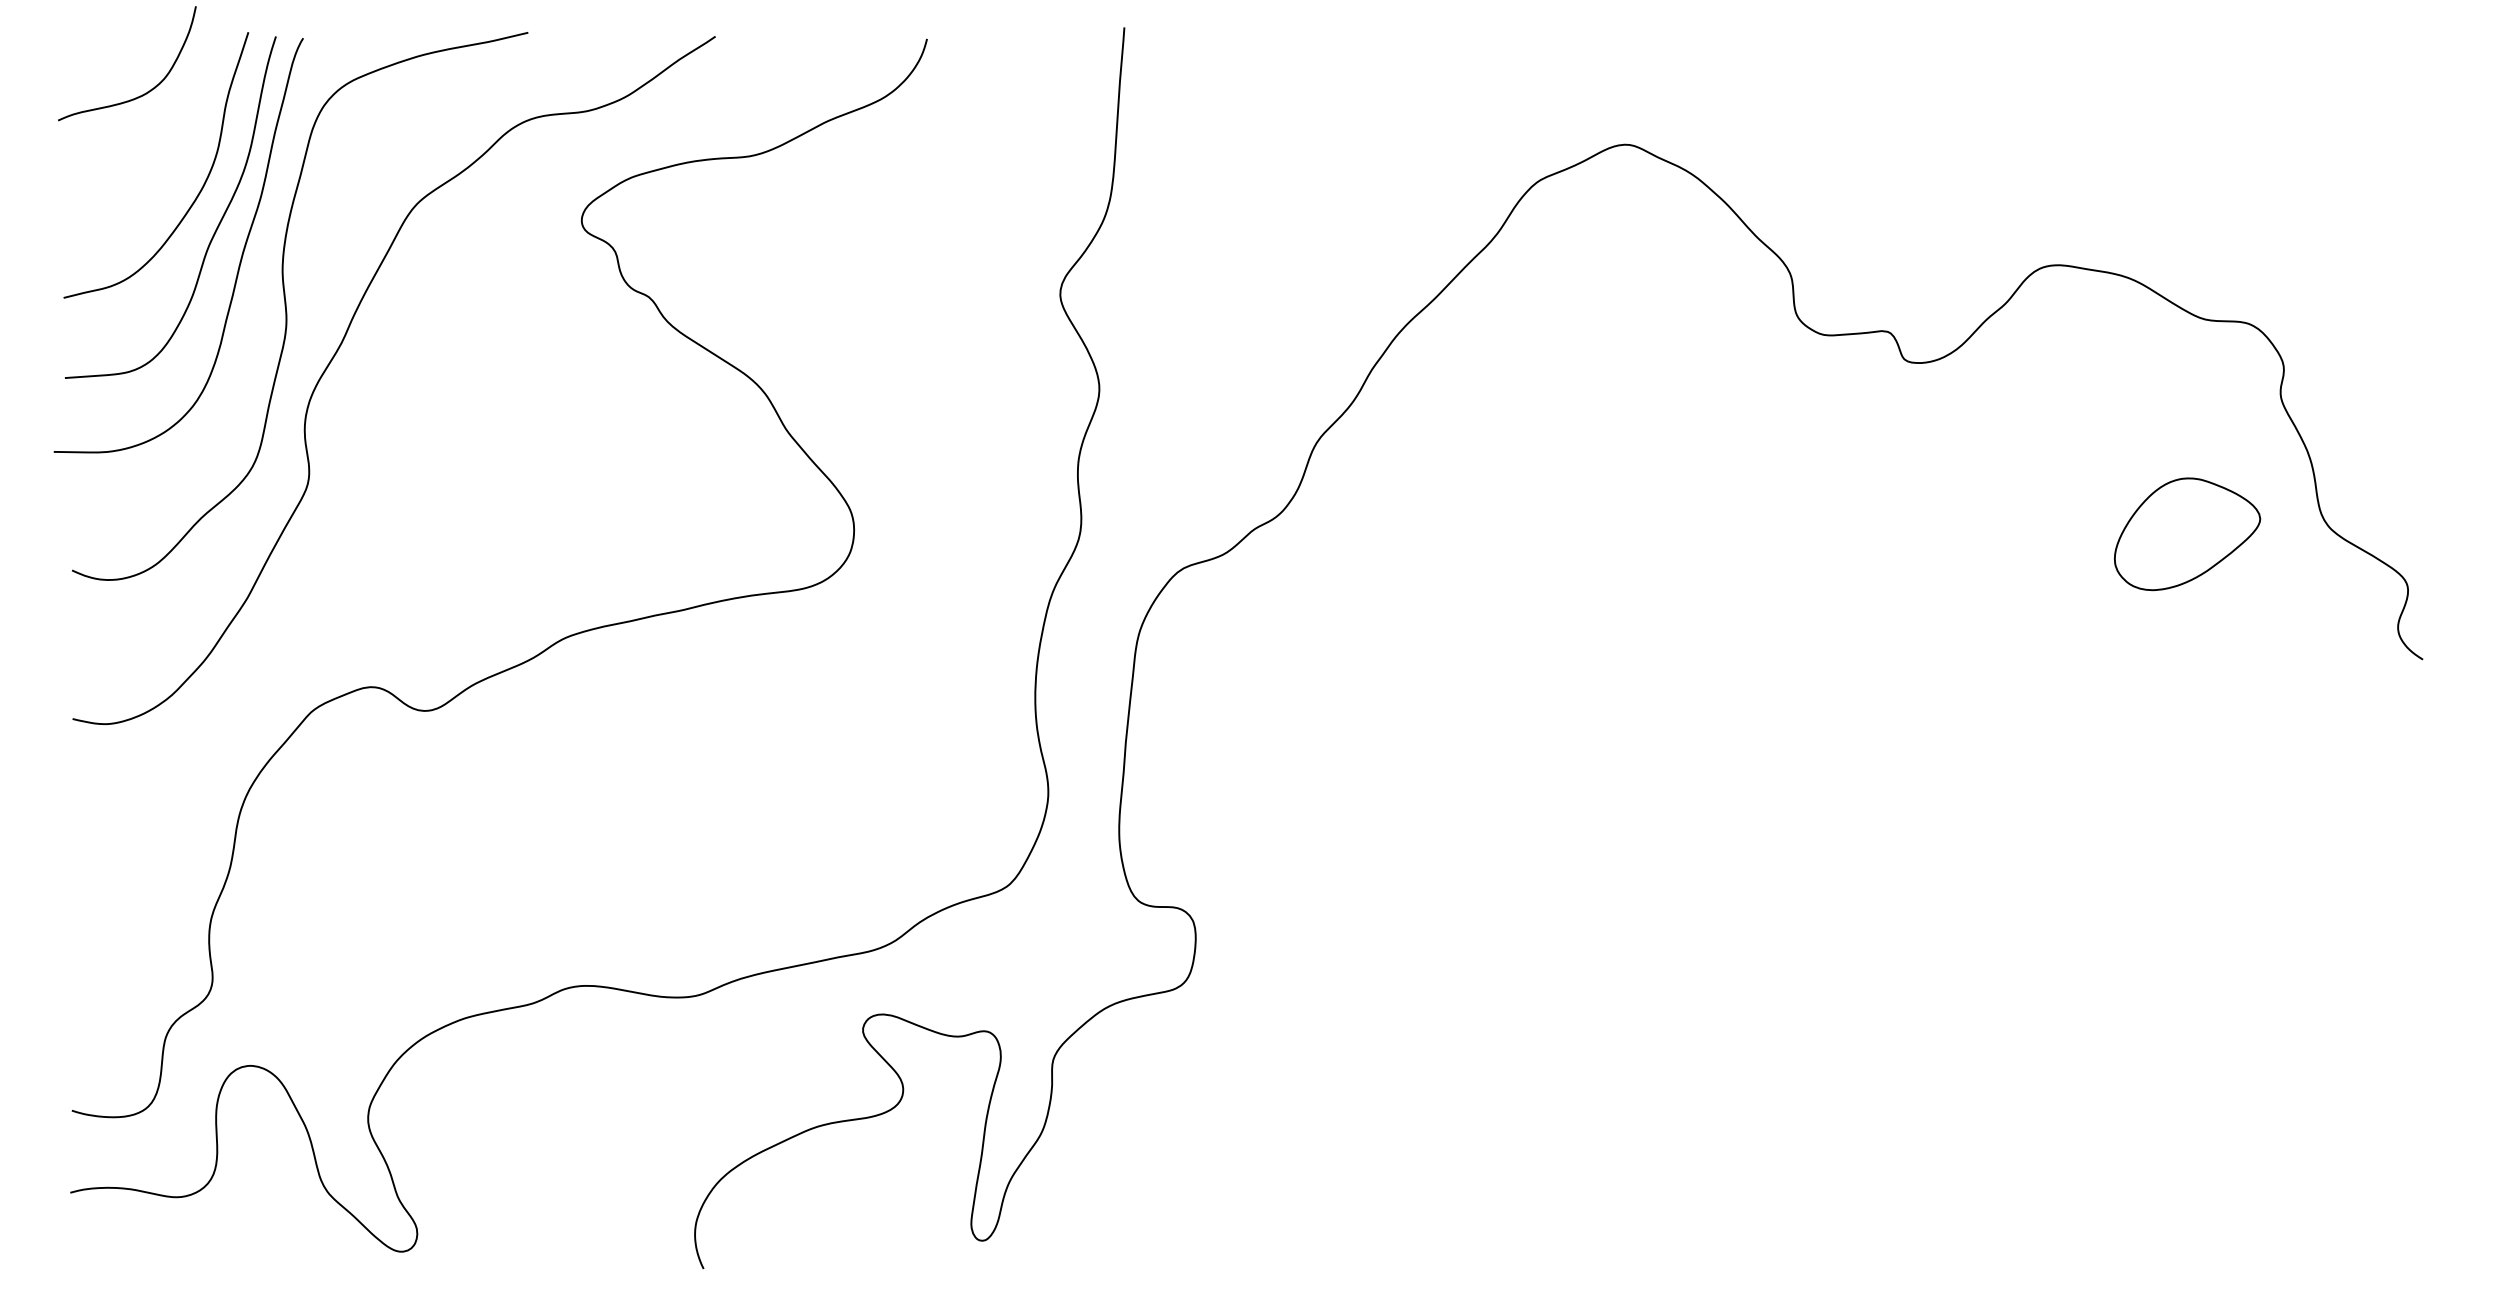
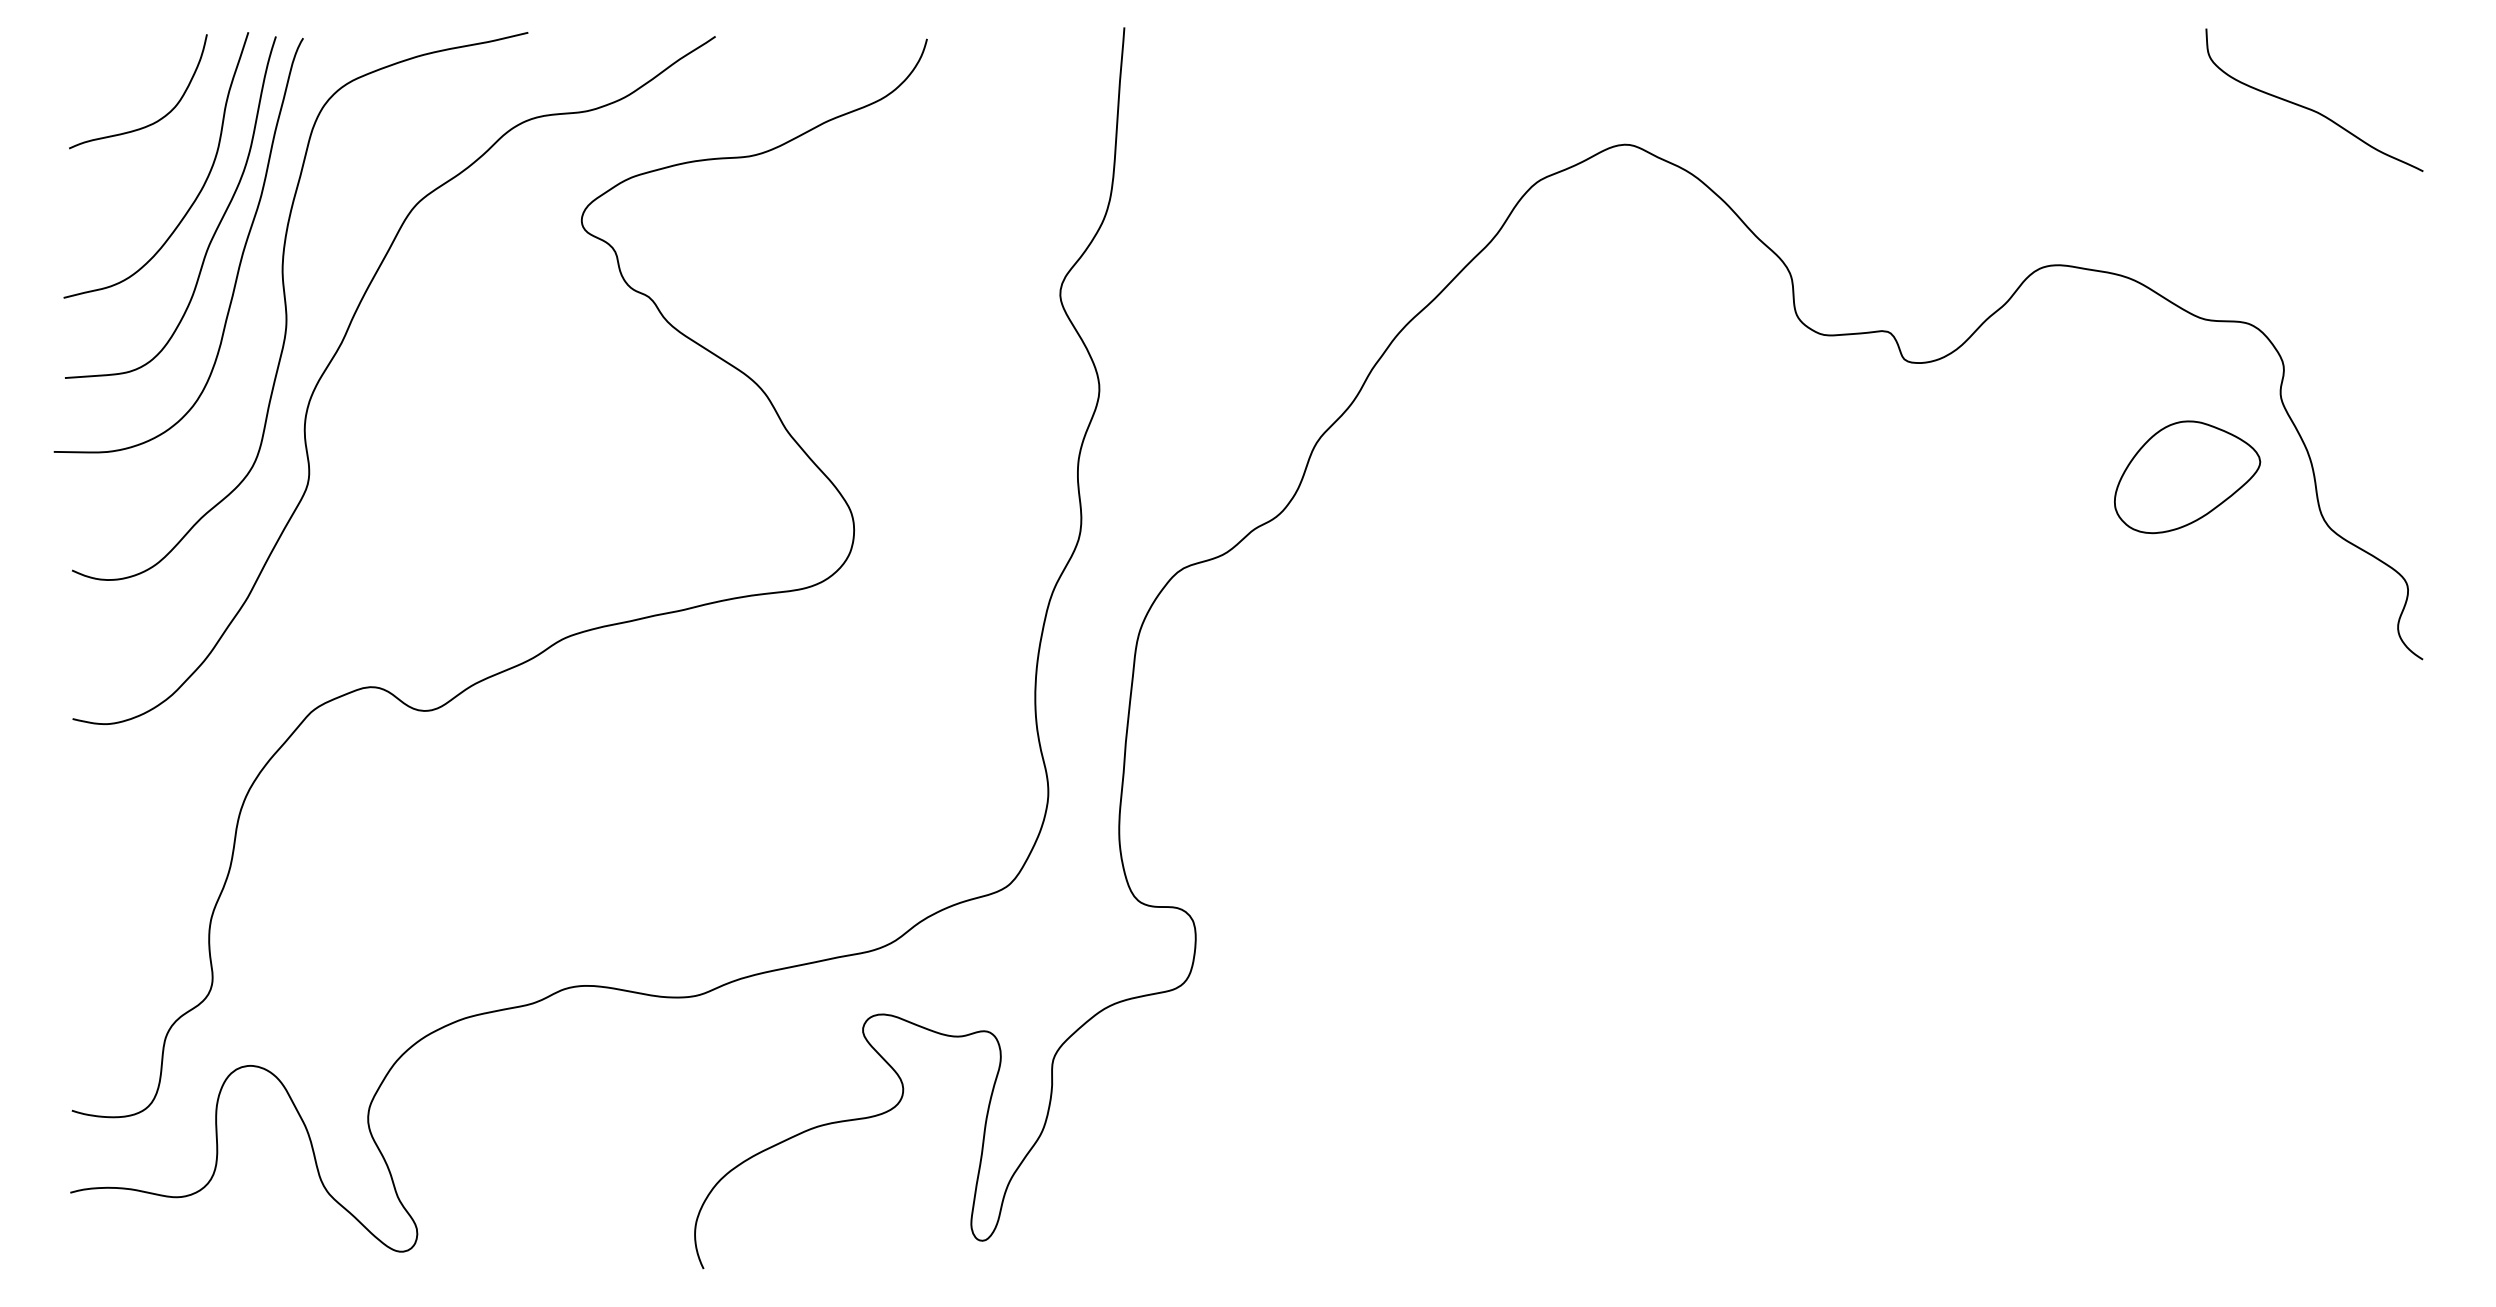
curve at (147, 91) position: (147, 91) -> (158, 119)
curve at (2310, 108): none -> present
part at (2187, 534) position: (2187, 534) -> (2187, 477)
